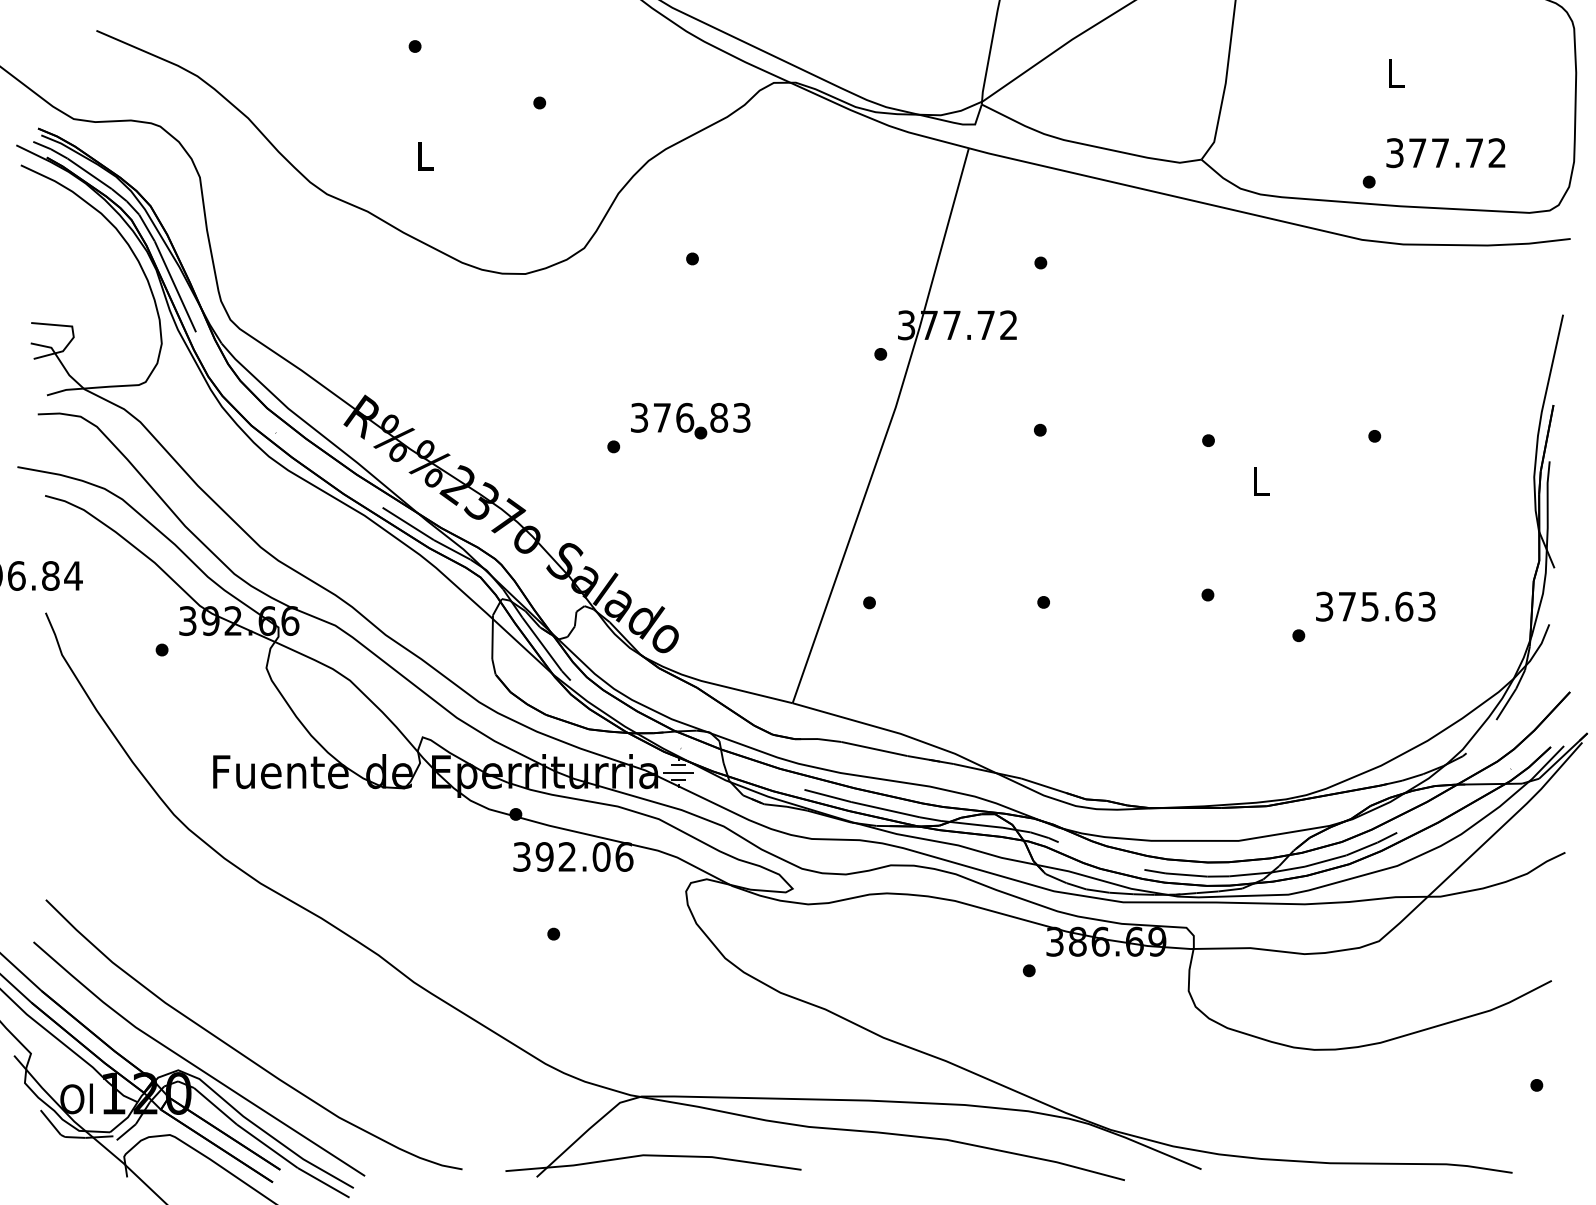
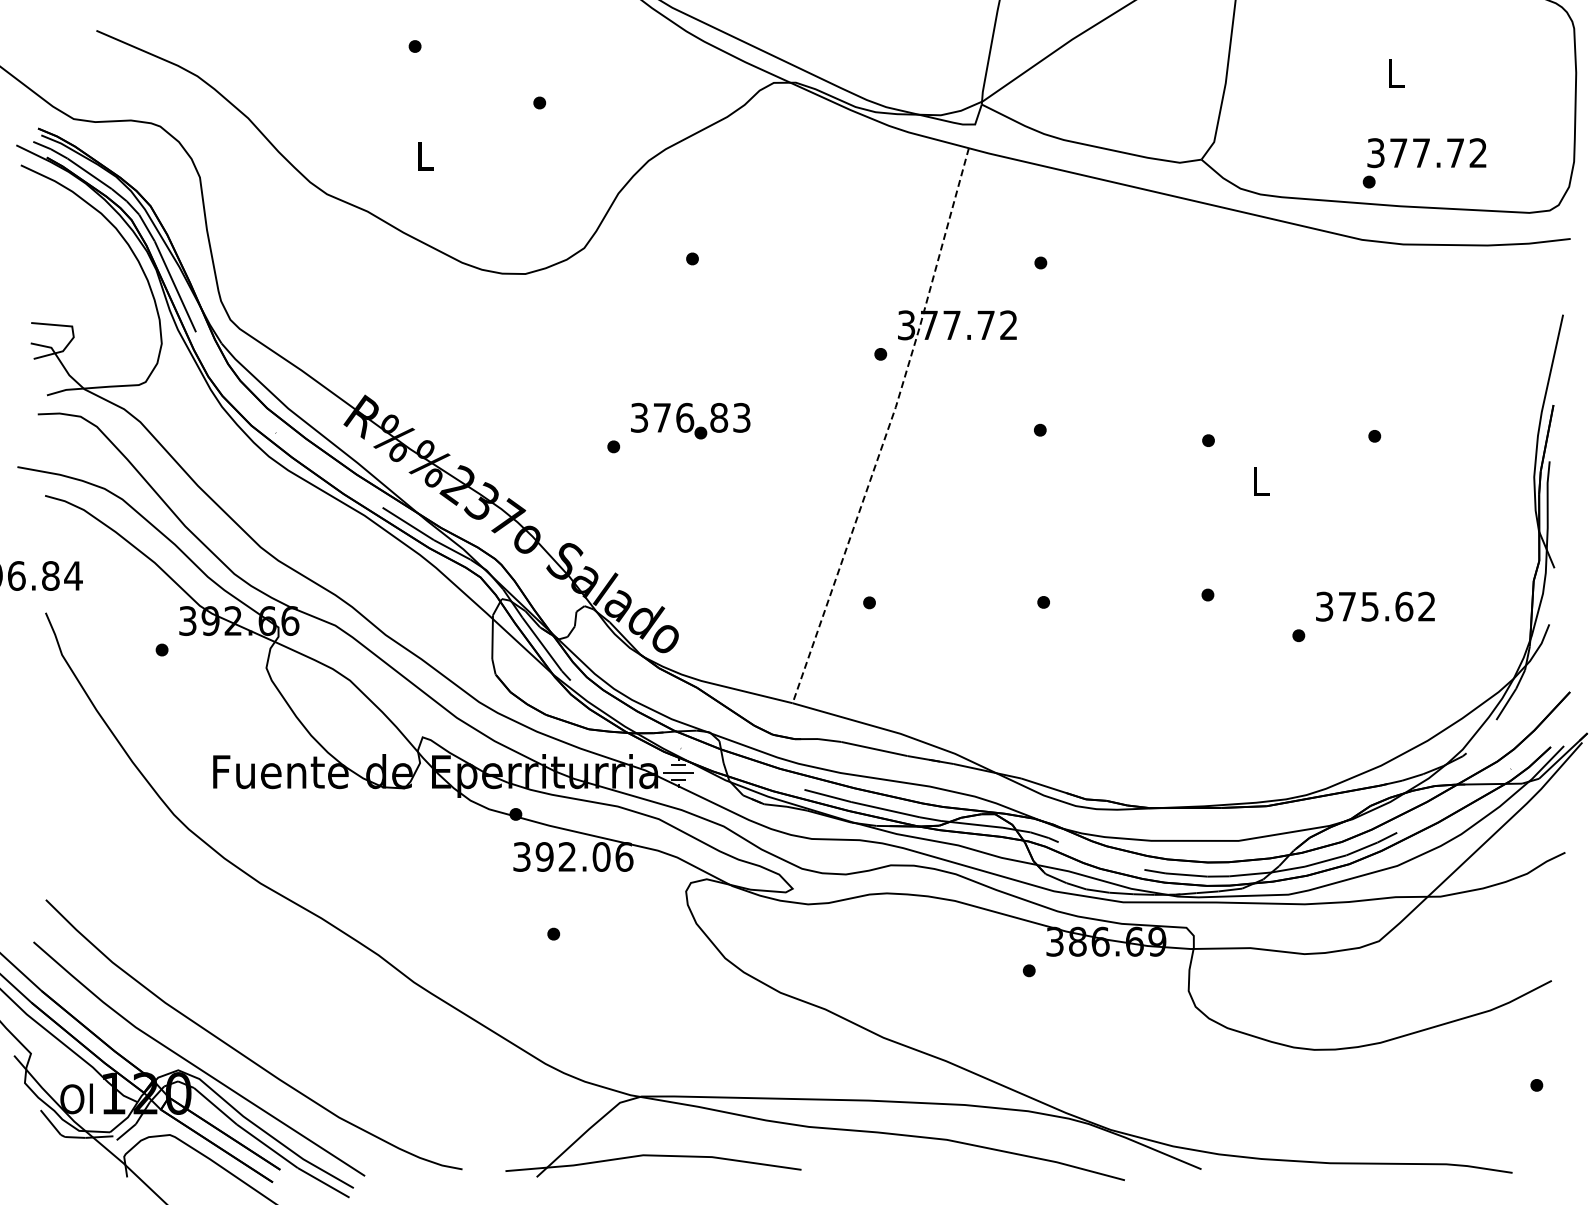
text at (1445, 153) position: (1445, 153) -> (1426, 153)
line at (888, 427): solid -> dashed
text at (1426, 606): 375.63 -> 375.62
